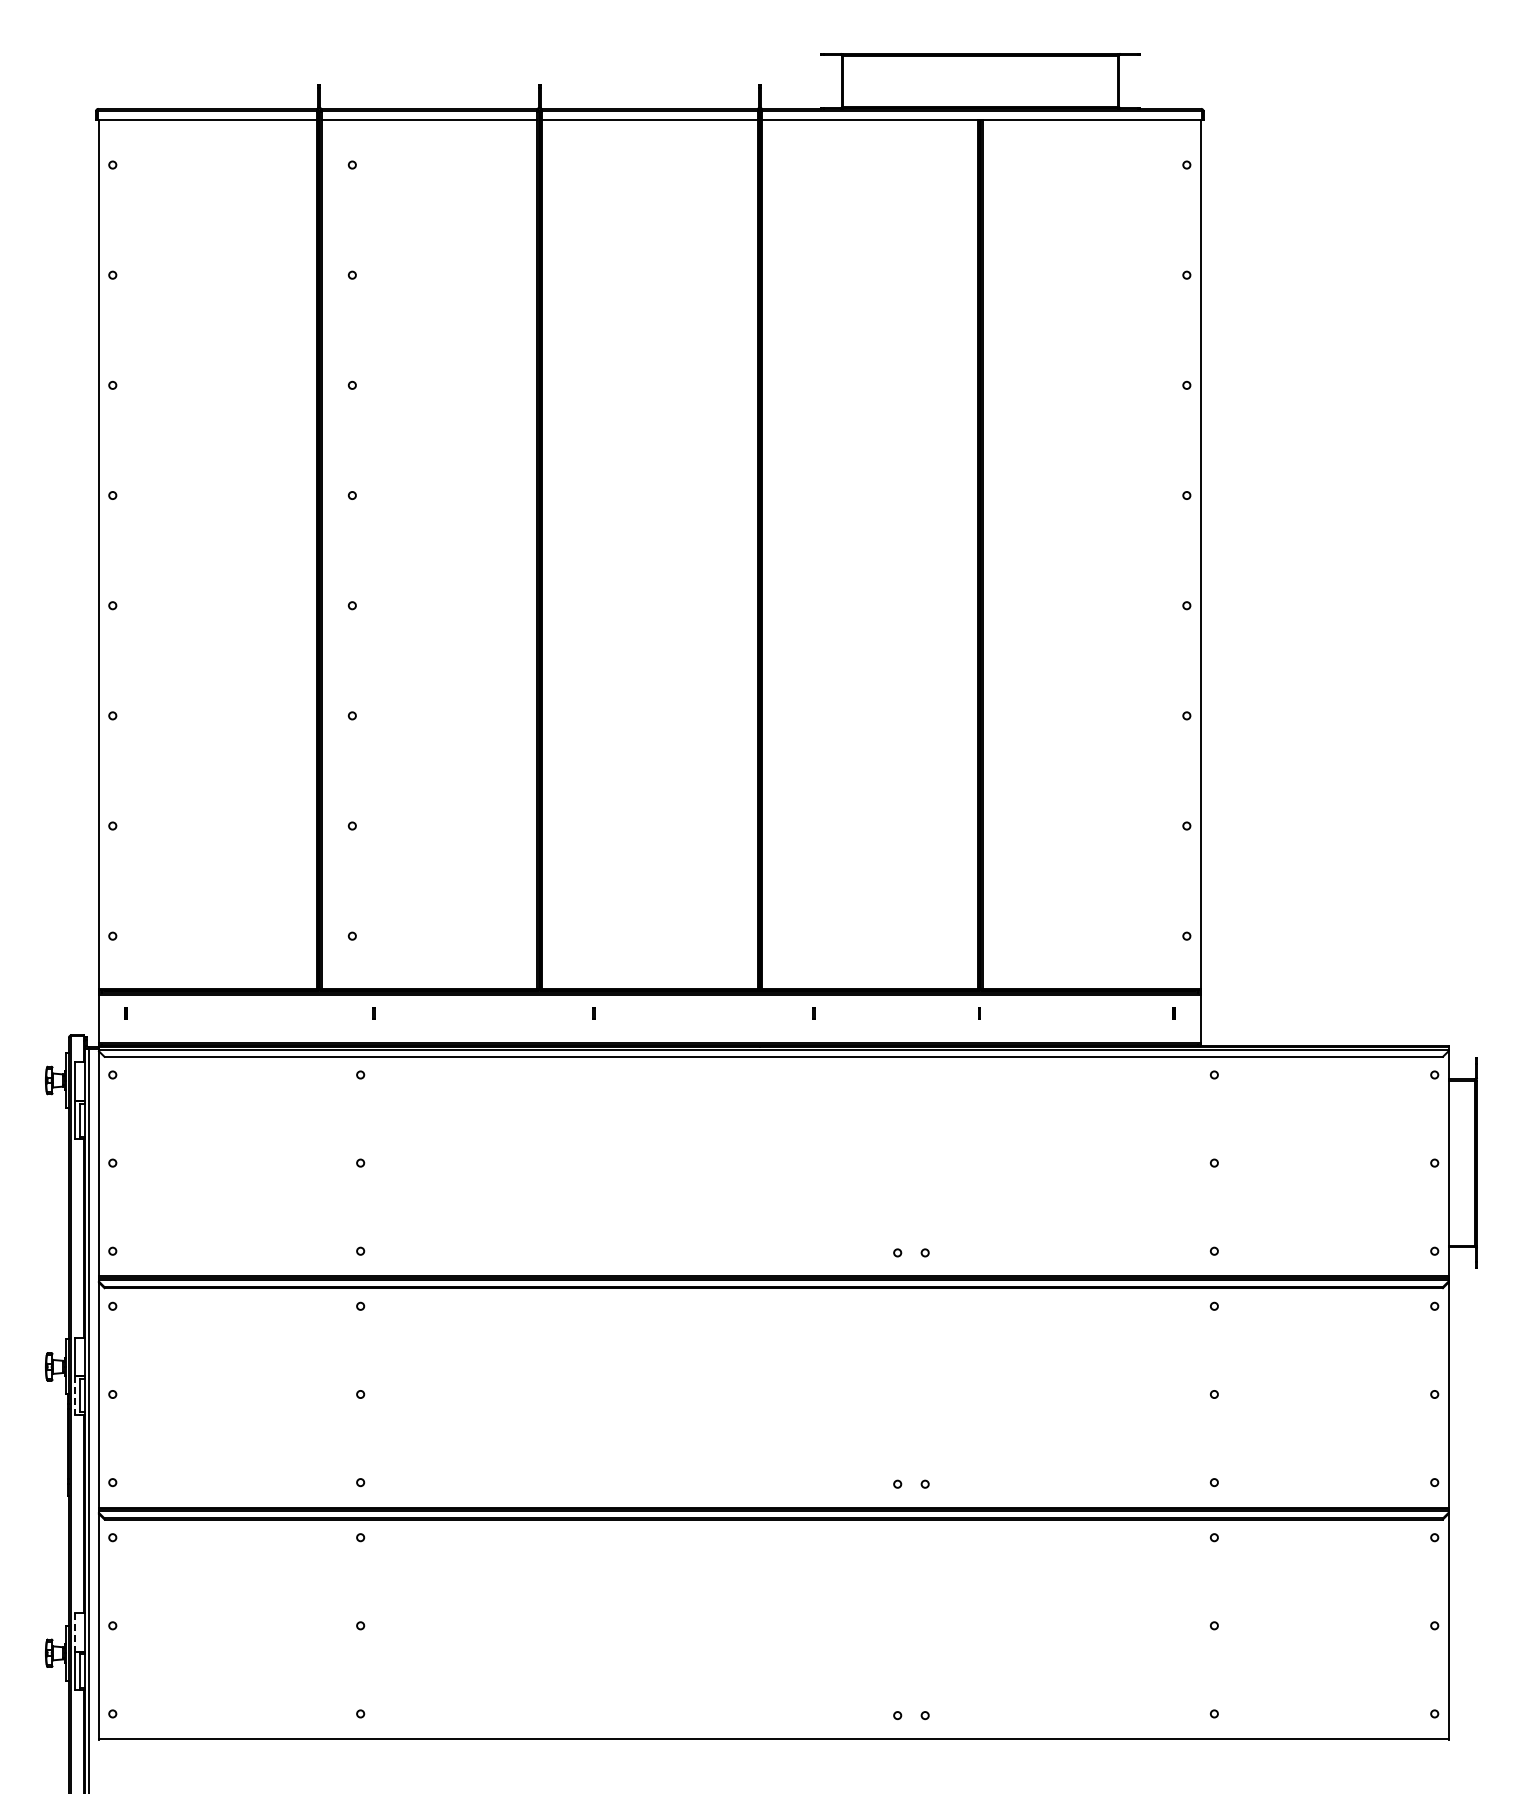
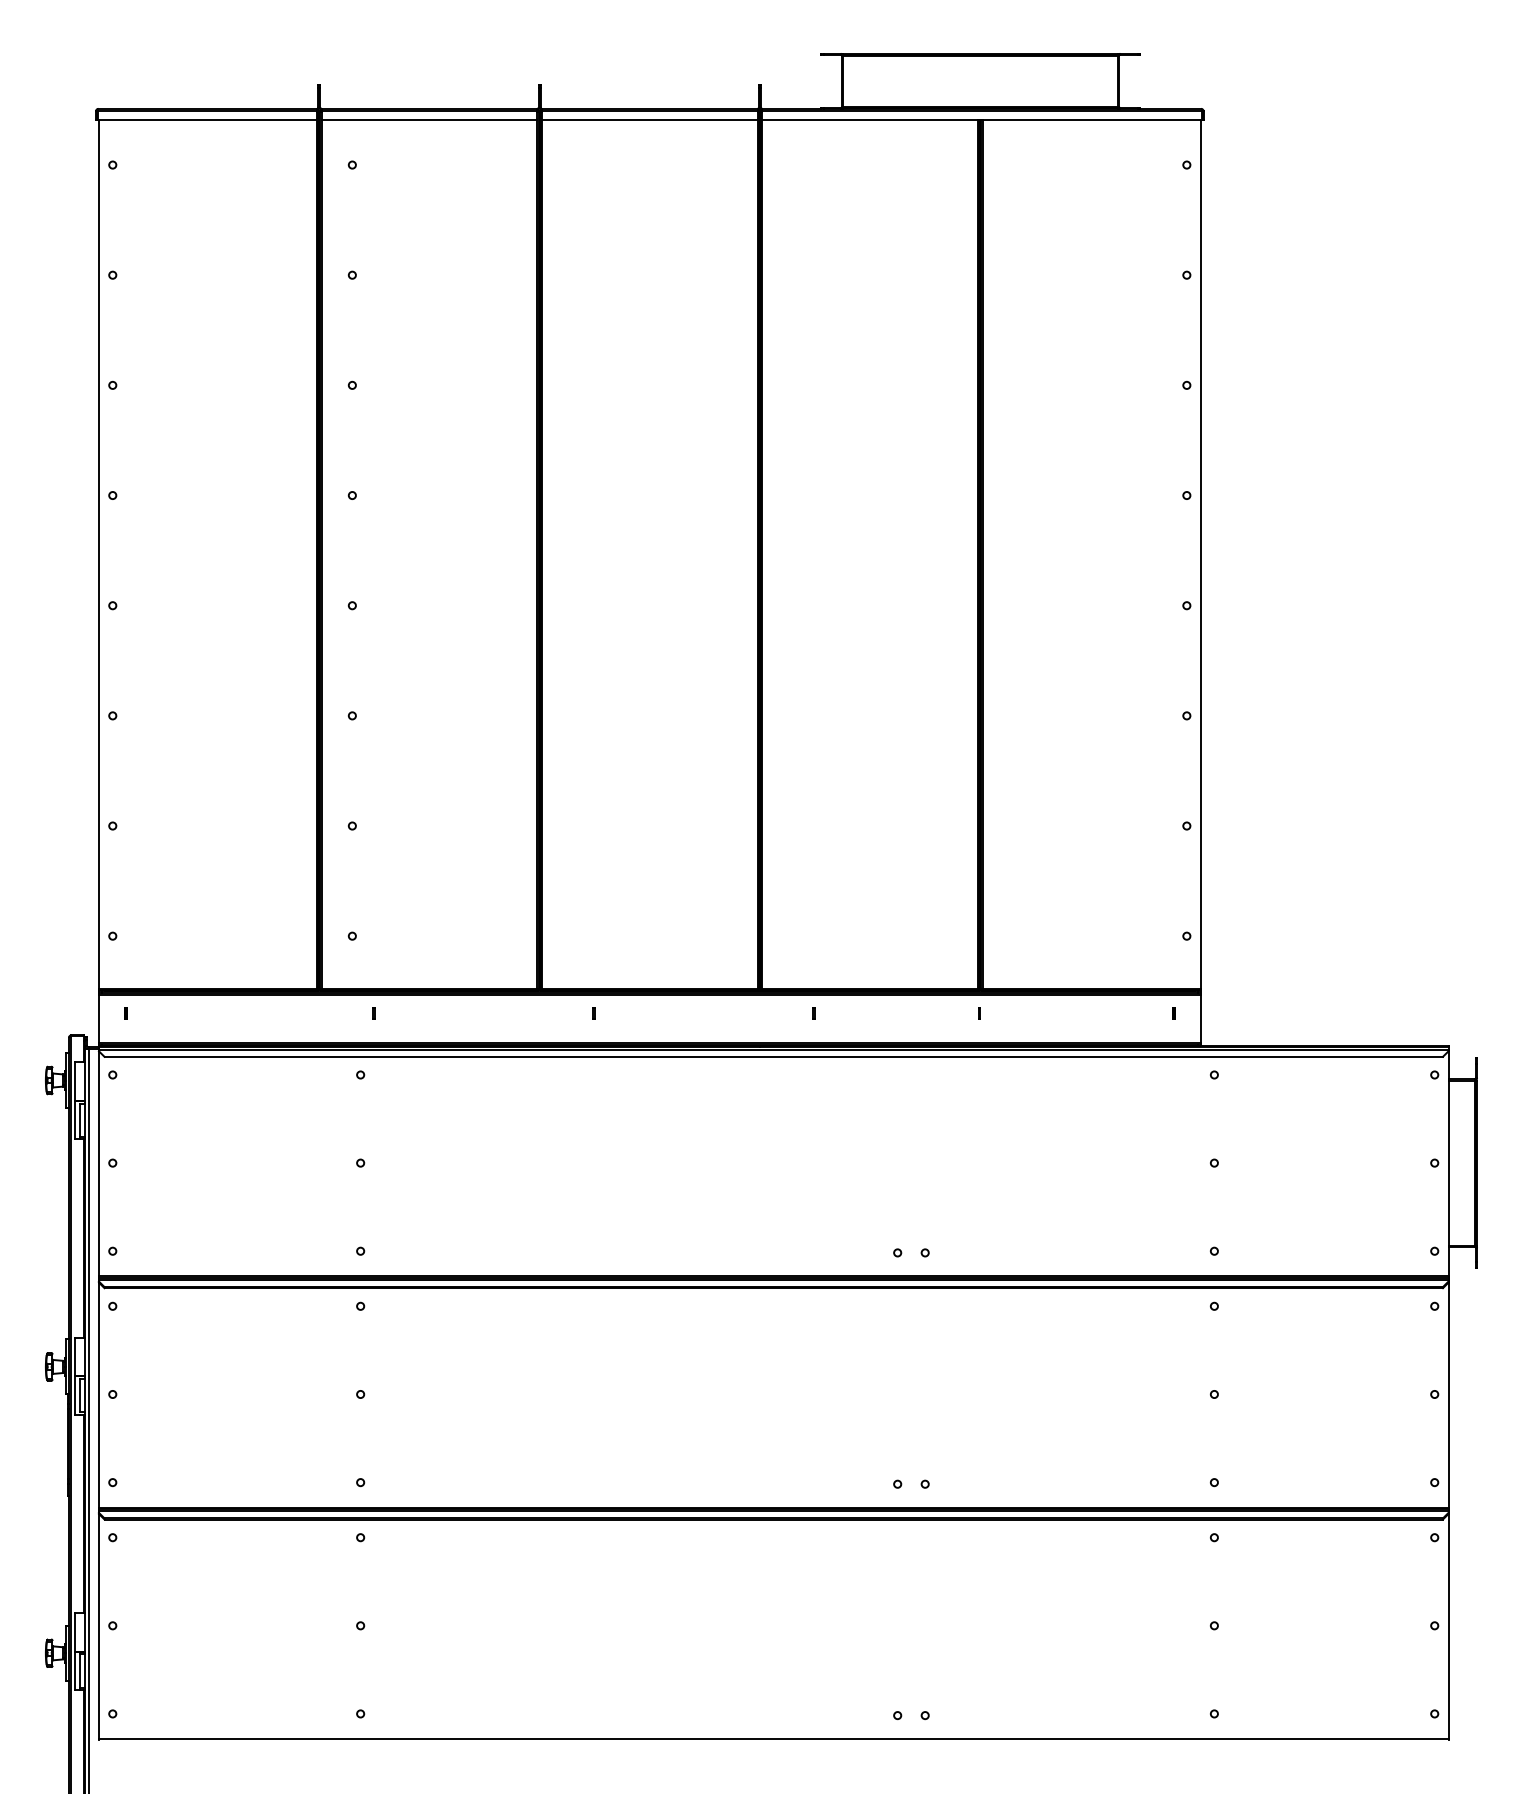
line at (75, 1396): dashed -> solid
line at (75, 1632): dashed -> solid
